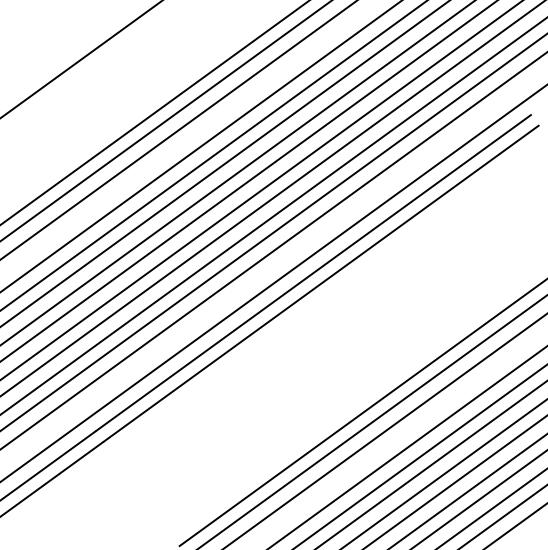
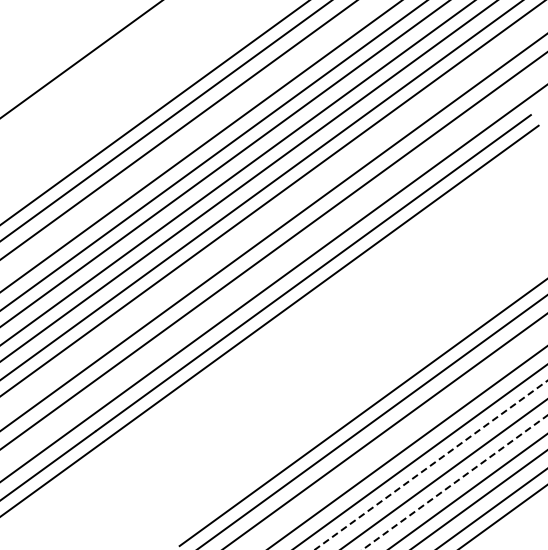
line at (273, 216): present -> none
line at (431, 465): solid -> dashed
line at (455, 482): solid -> dashed
line at (515, 525): present -> none
